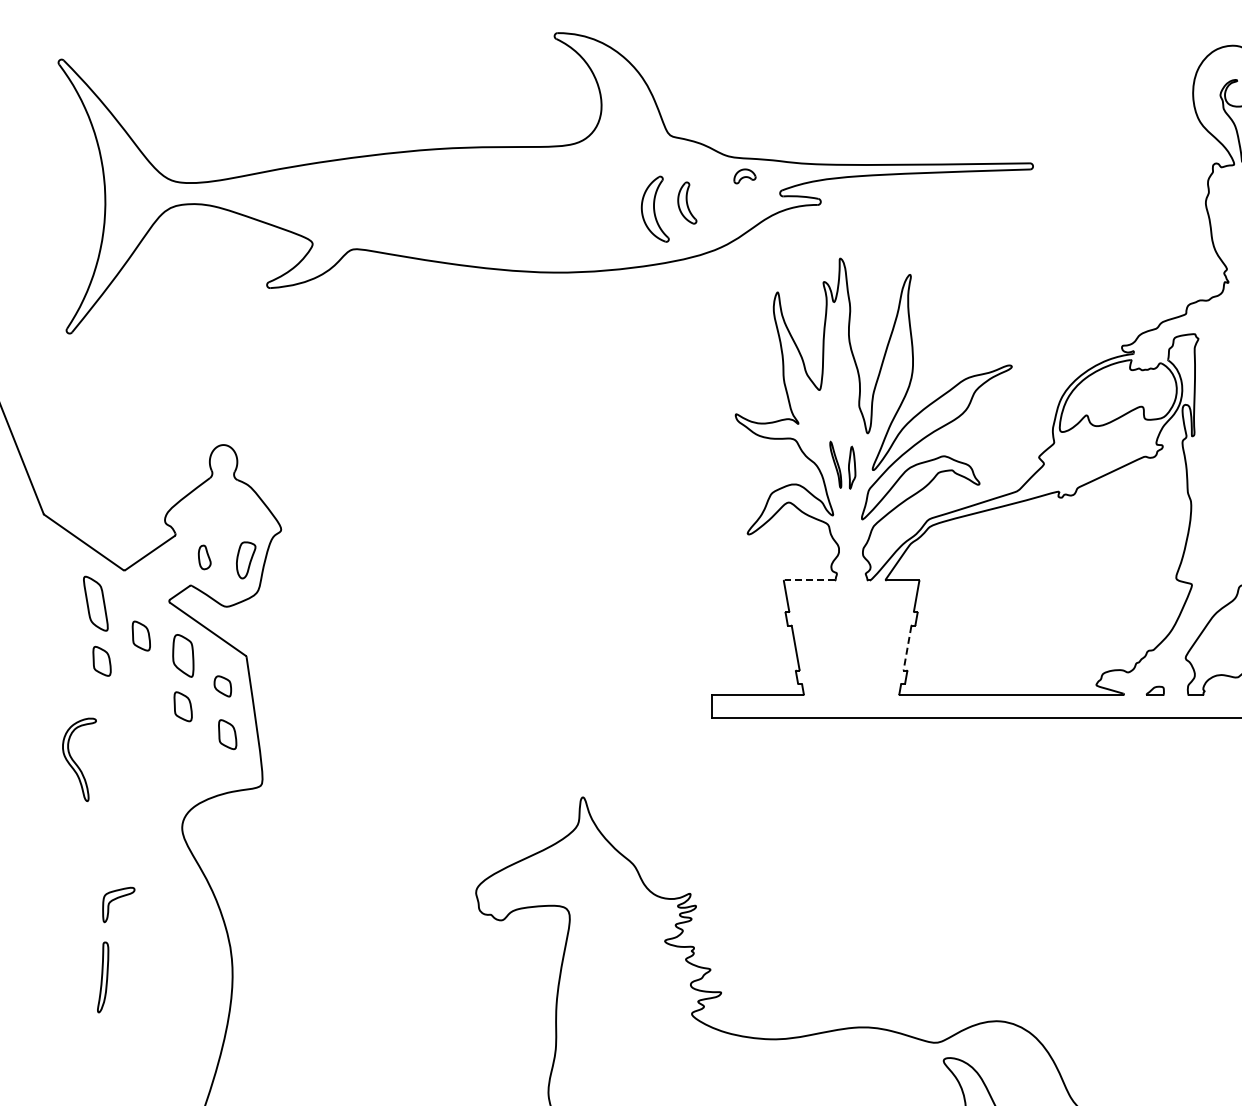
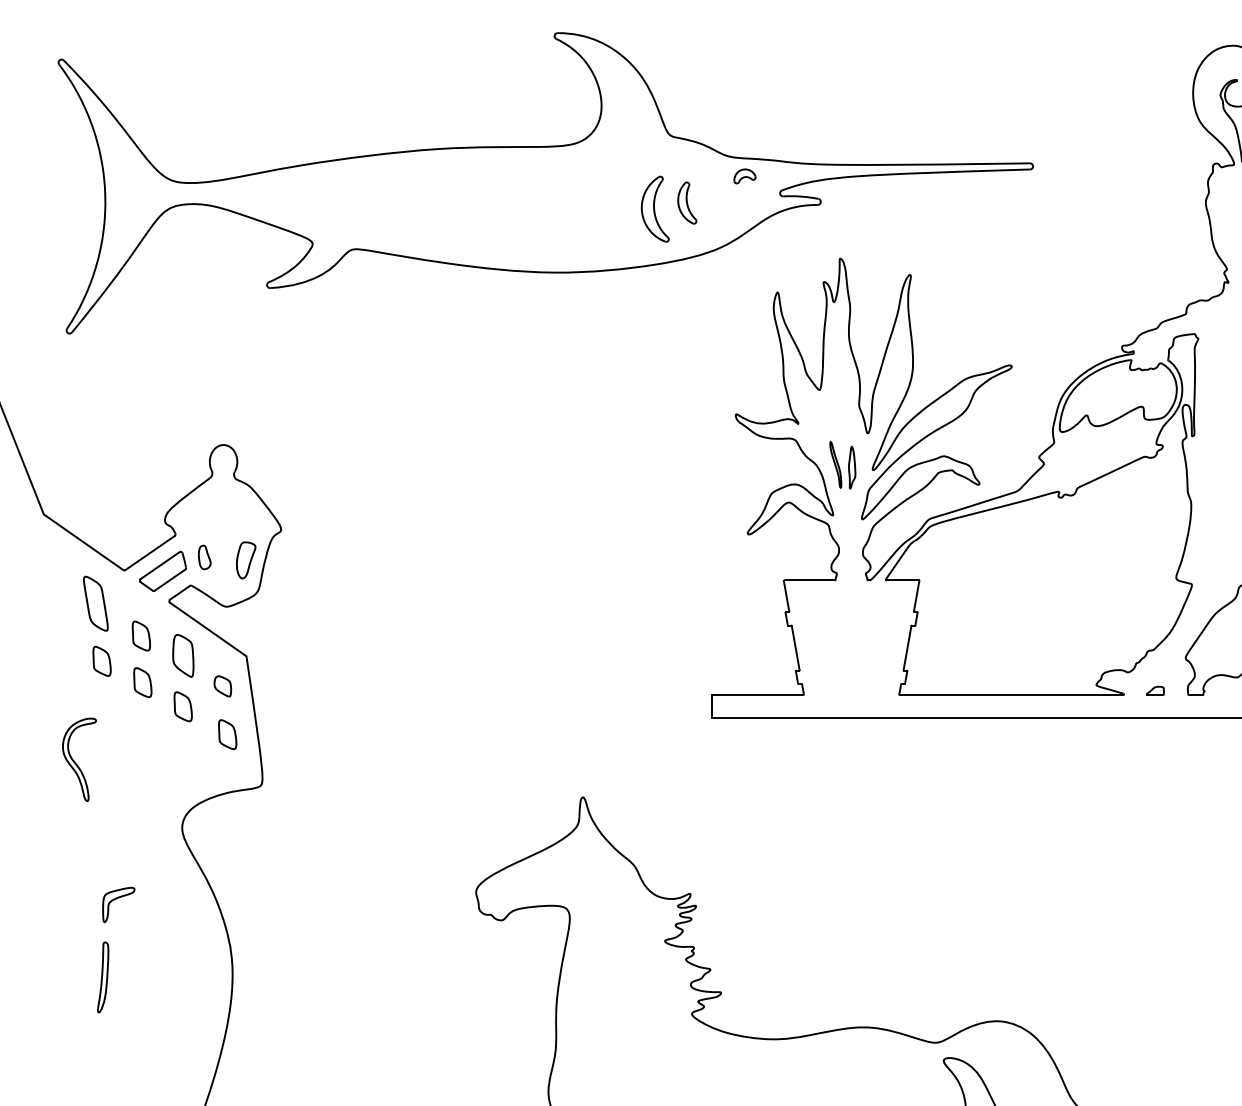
part at (162, 571): none -> present
line at (809, 580): dashed -> solid
line at (907, 648): dashed -> solid
part at (142, 682): none -> present
